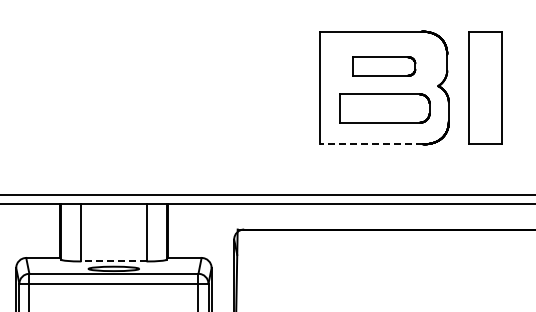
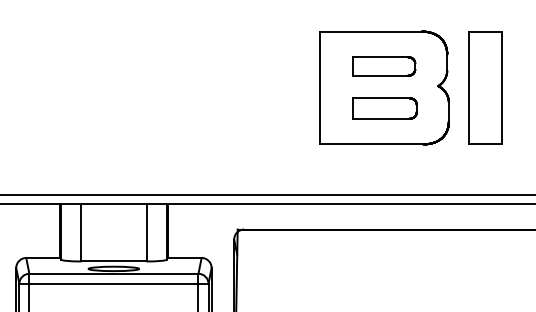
part at (384, 108) size: 92x31 px -> 66x23 px
line at (371, 144): dashed -> solid
line at (113, 261): dashed -> solid
